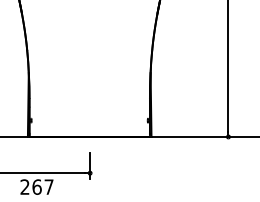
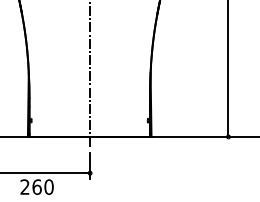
line at (90, 74): none -> present
text at (48, 186): 267 -> 260
